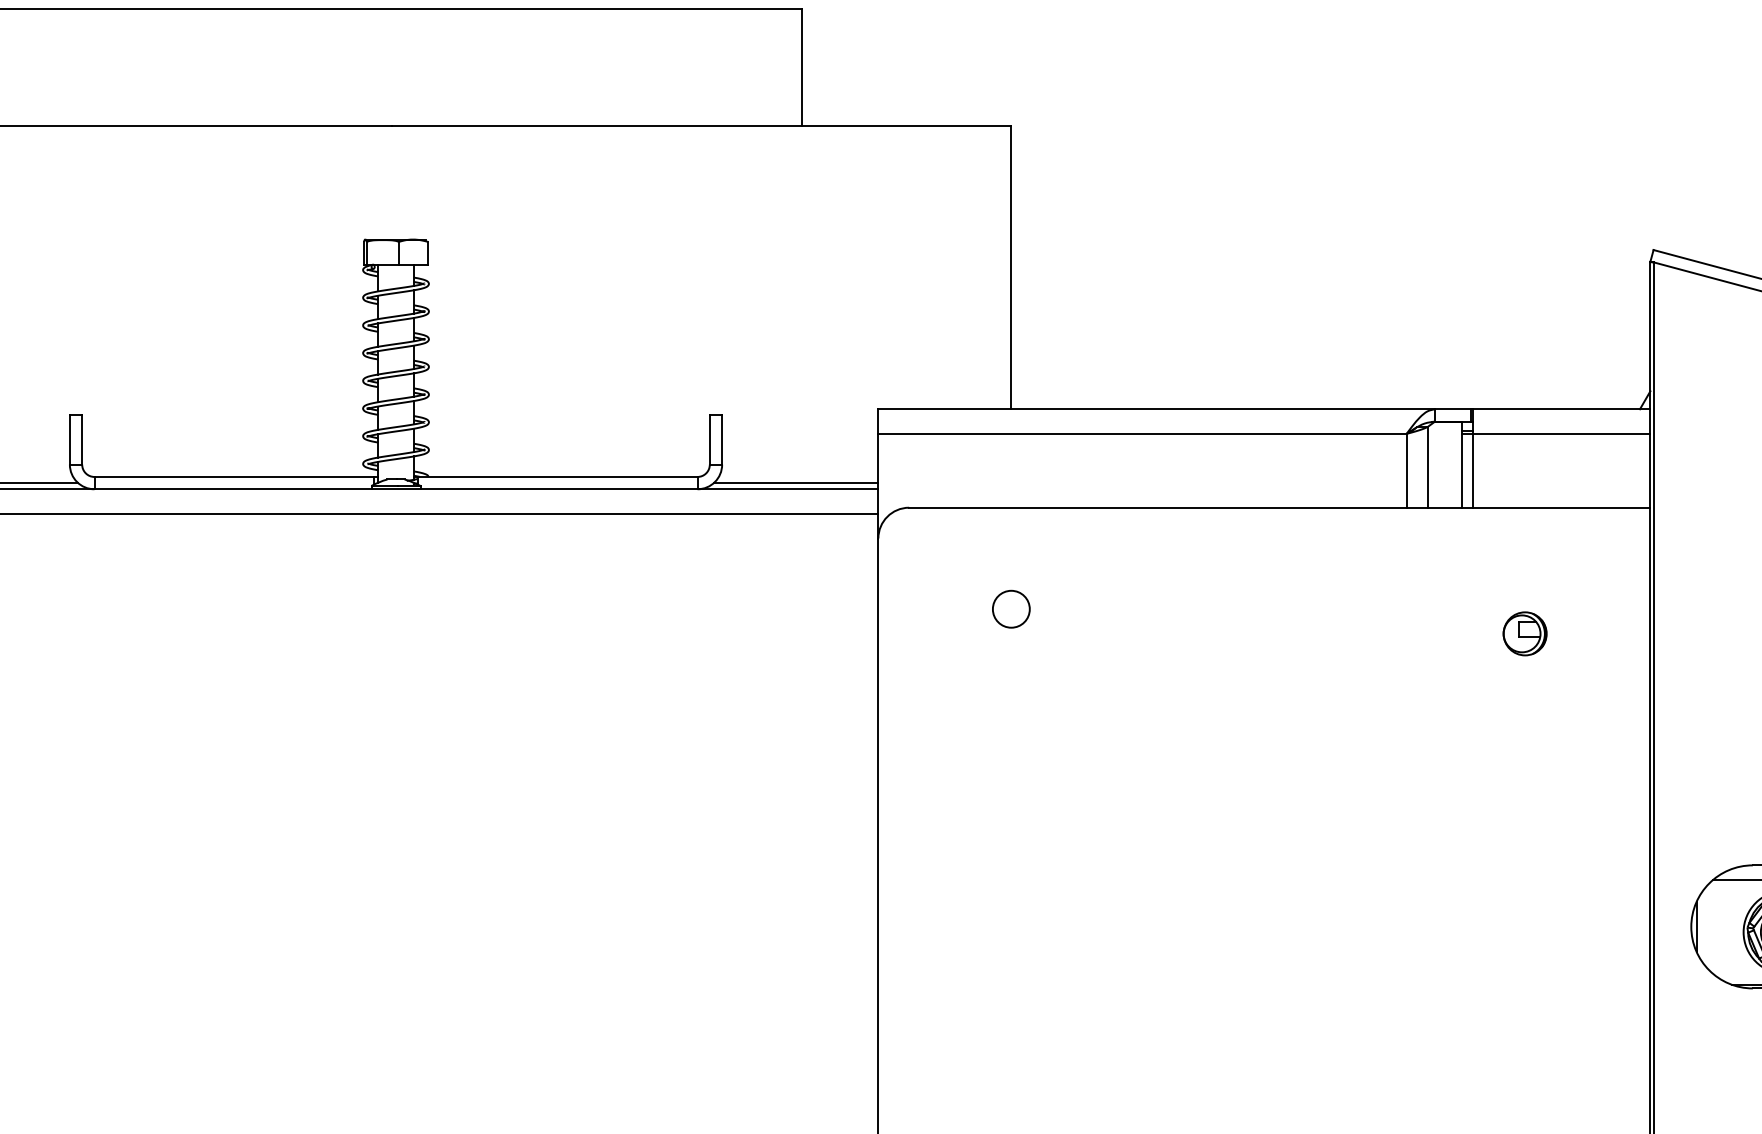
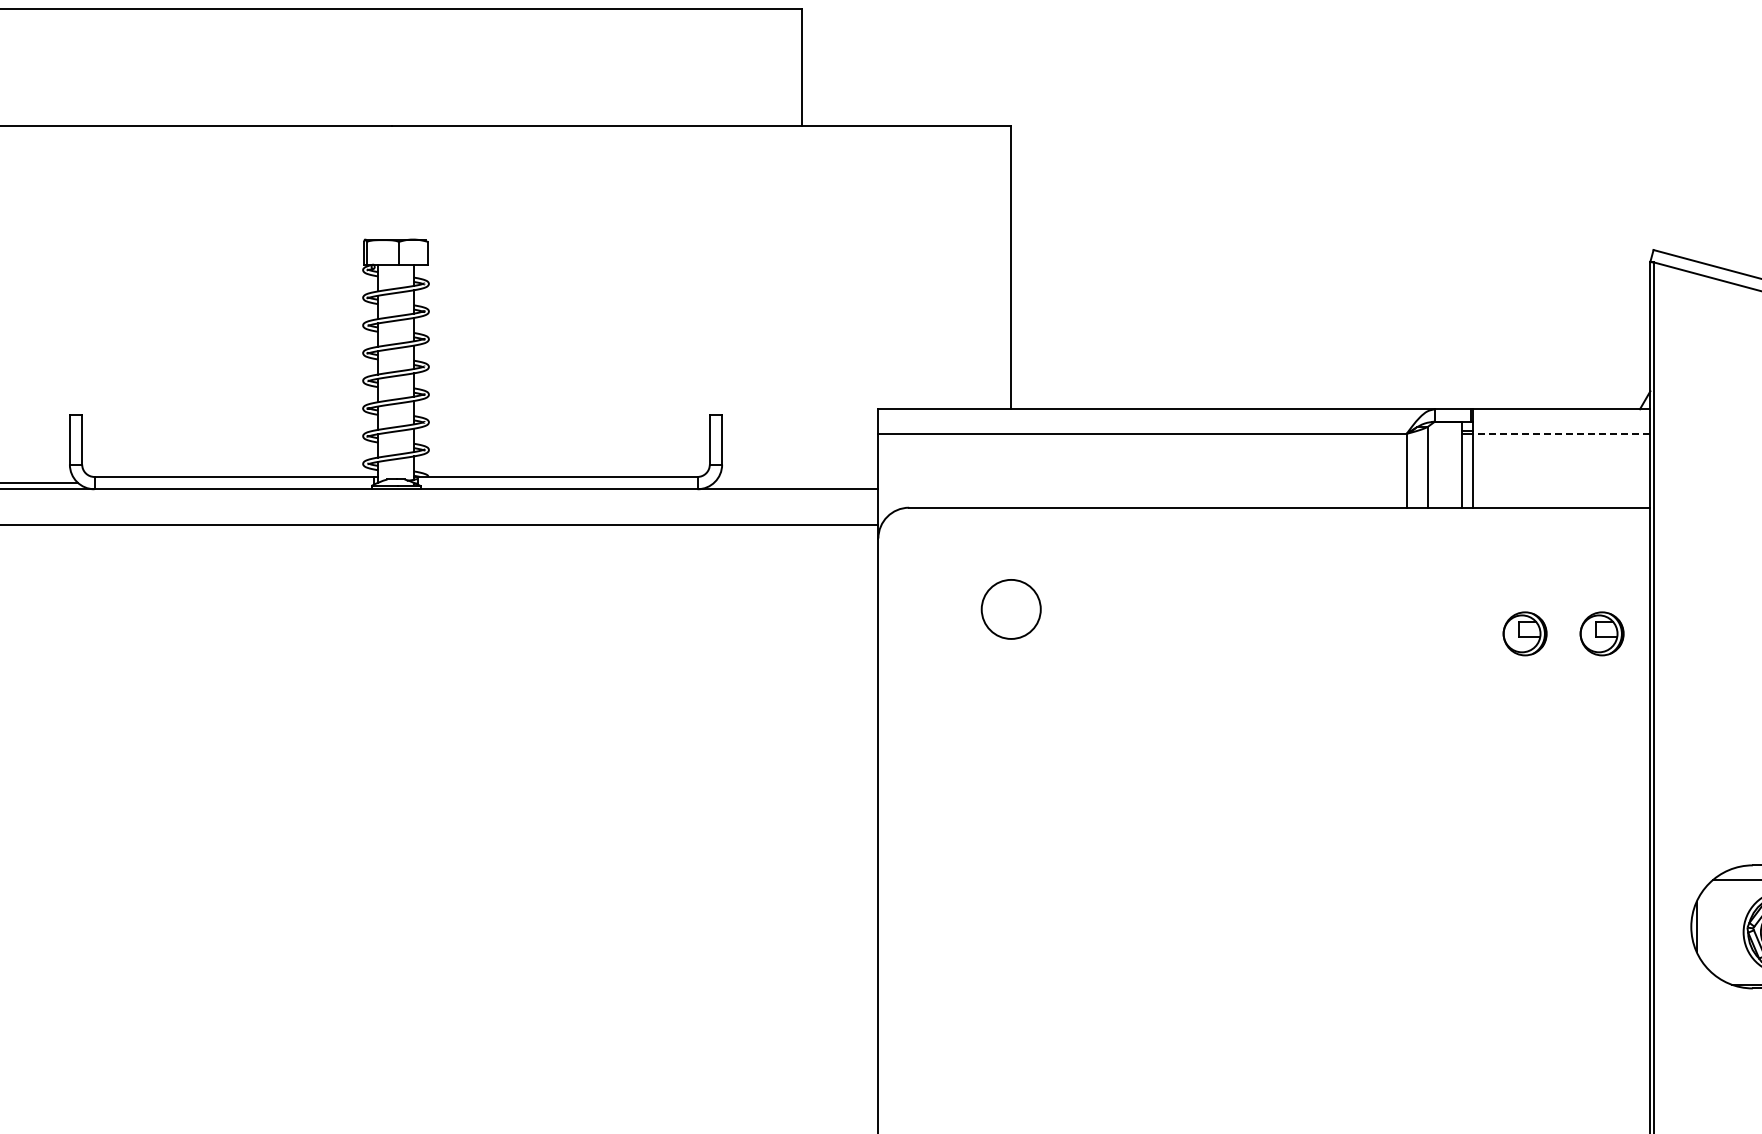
line at (1561, 433): solid -> dashed
line at (795, 483): present -> none
line at (440, 513) position: (440, 513) -> (440, 524)
circle at (1011, 608) size: 39x40 px -> 62x61 px
part at (1601, 633): none -> present
